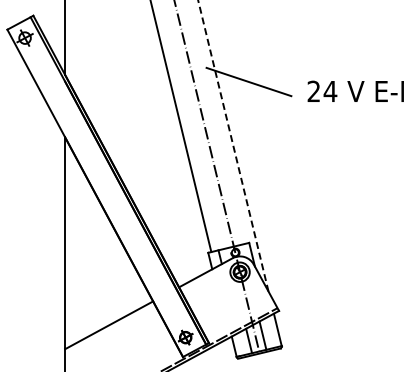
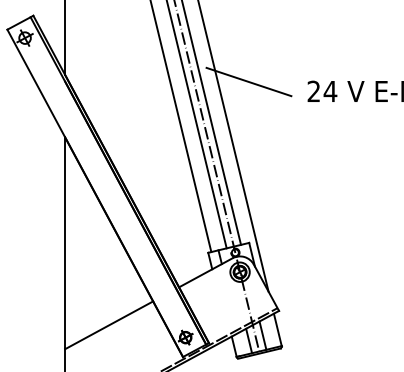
line at (211, 123): none -> present
line at (196, 125): none -> present
line at (233, 145): dashed -> solid
